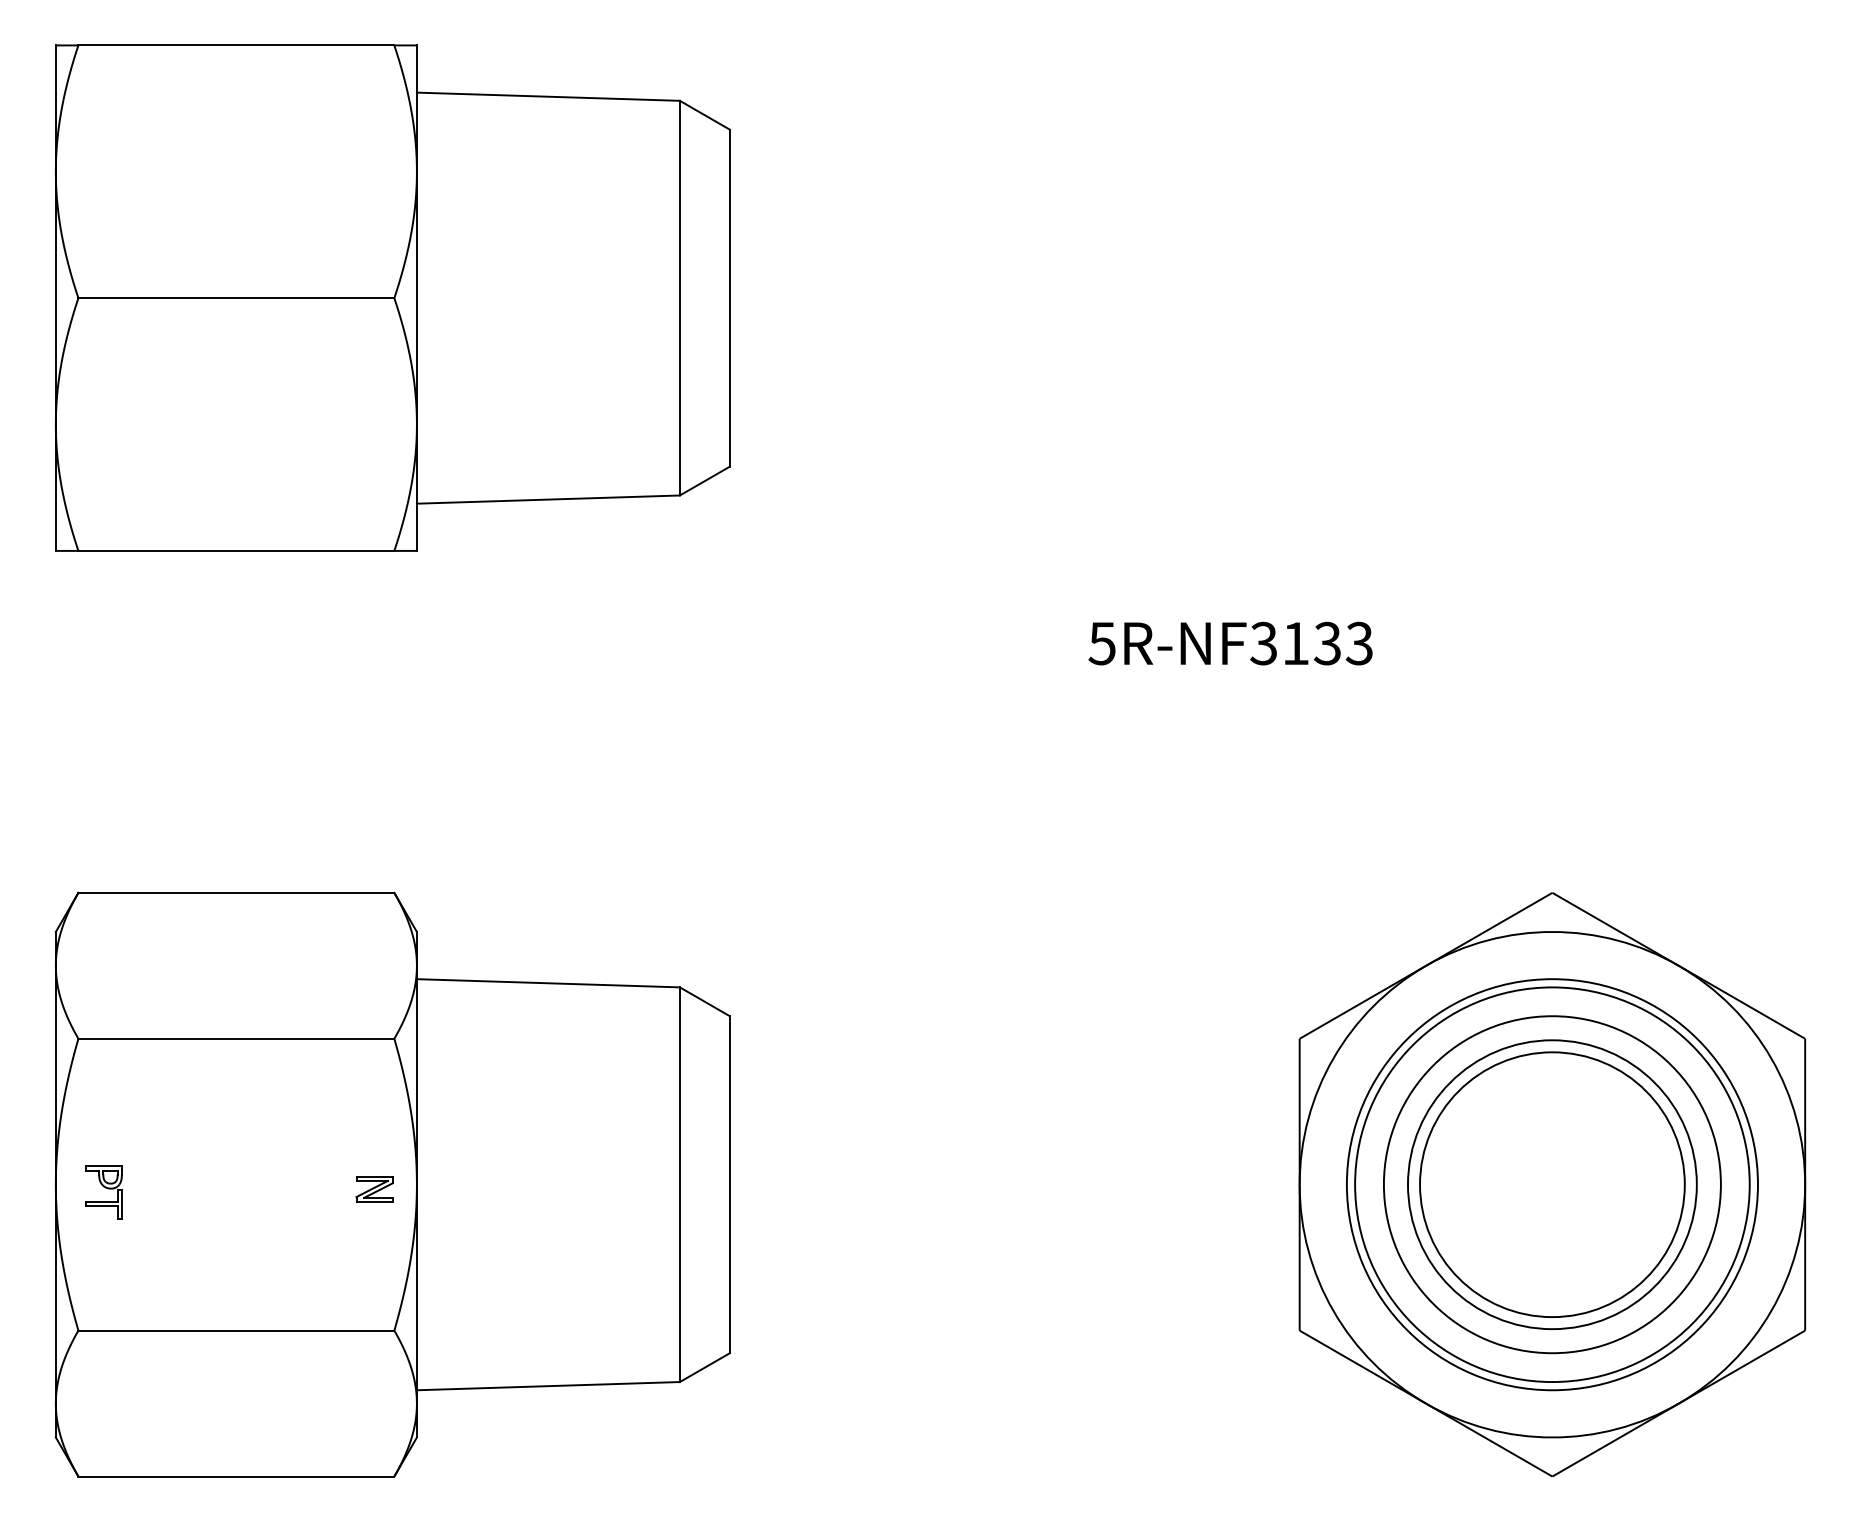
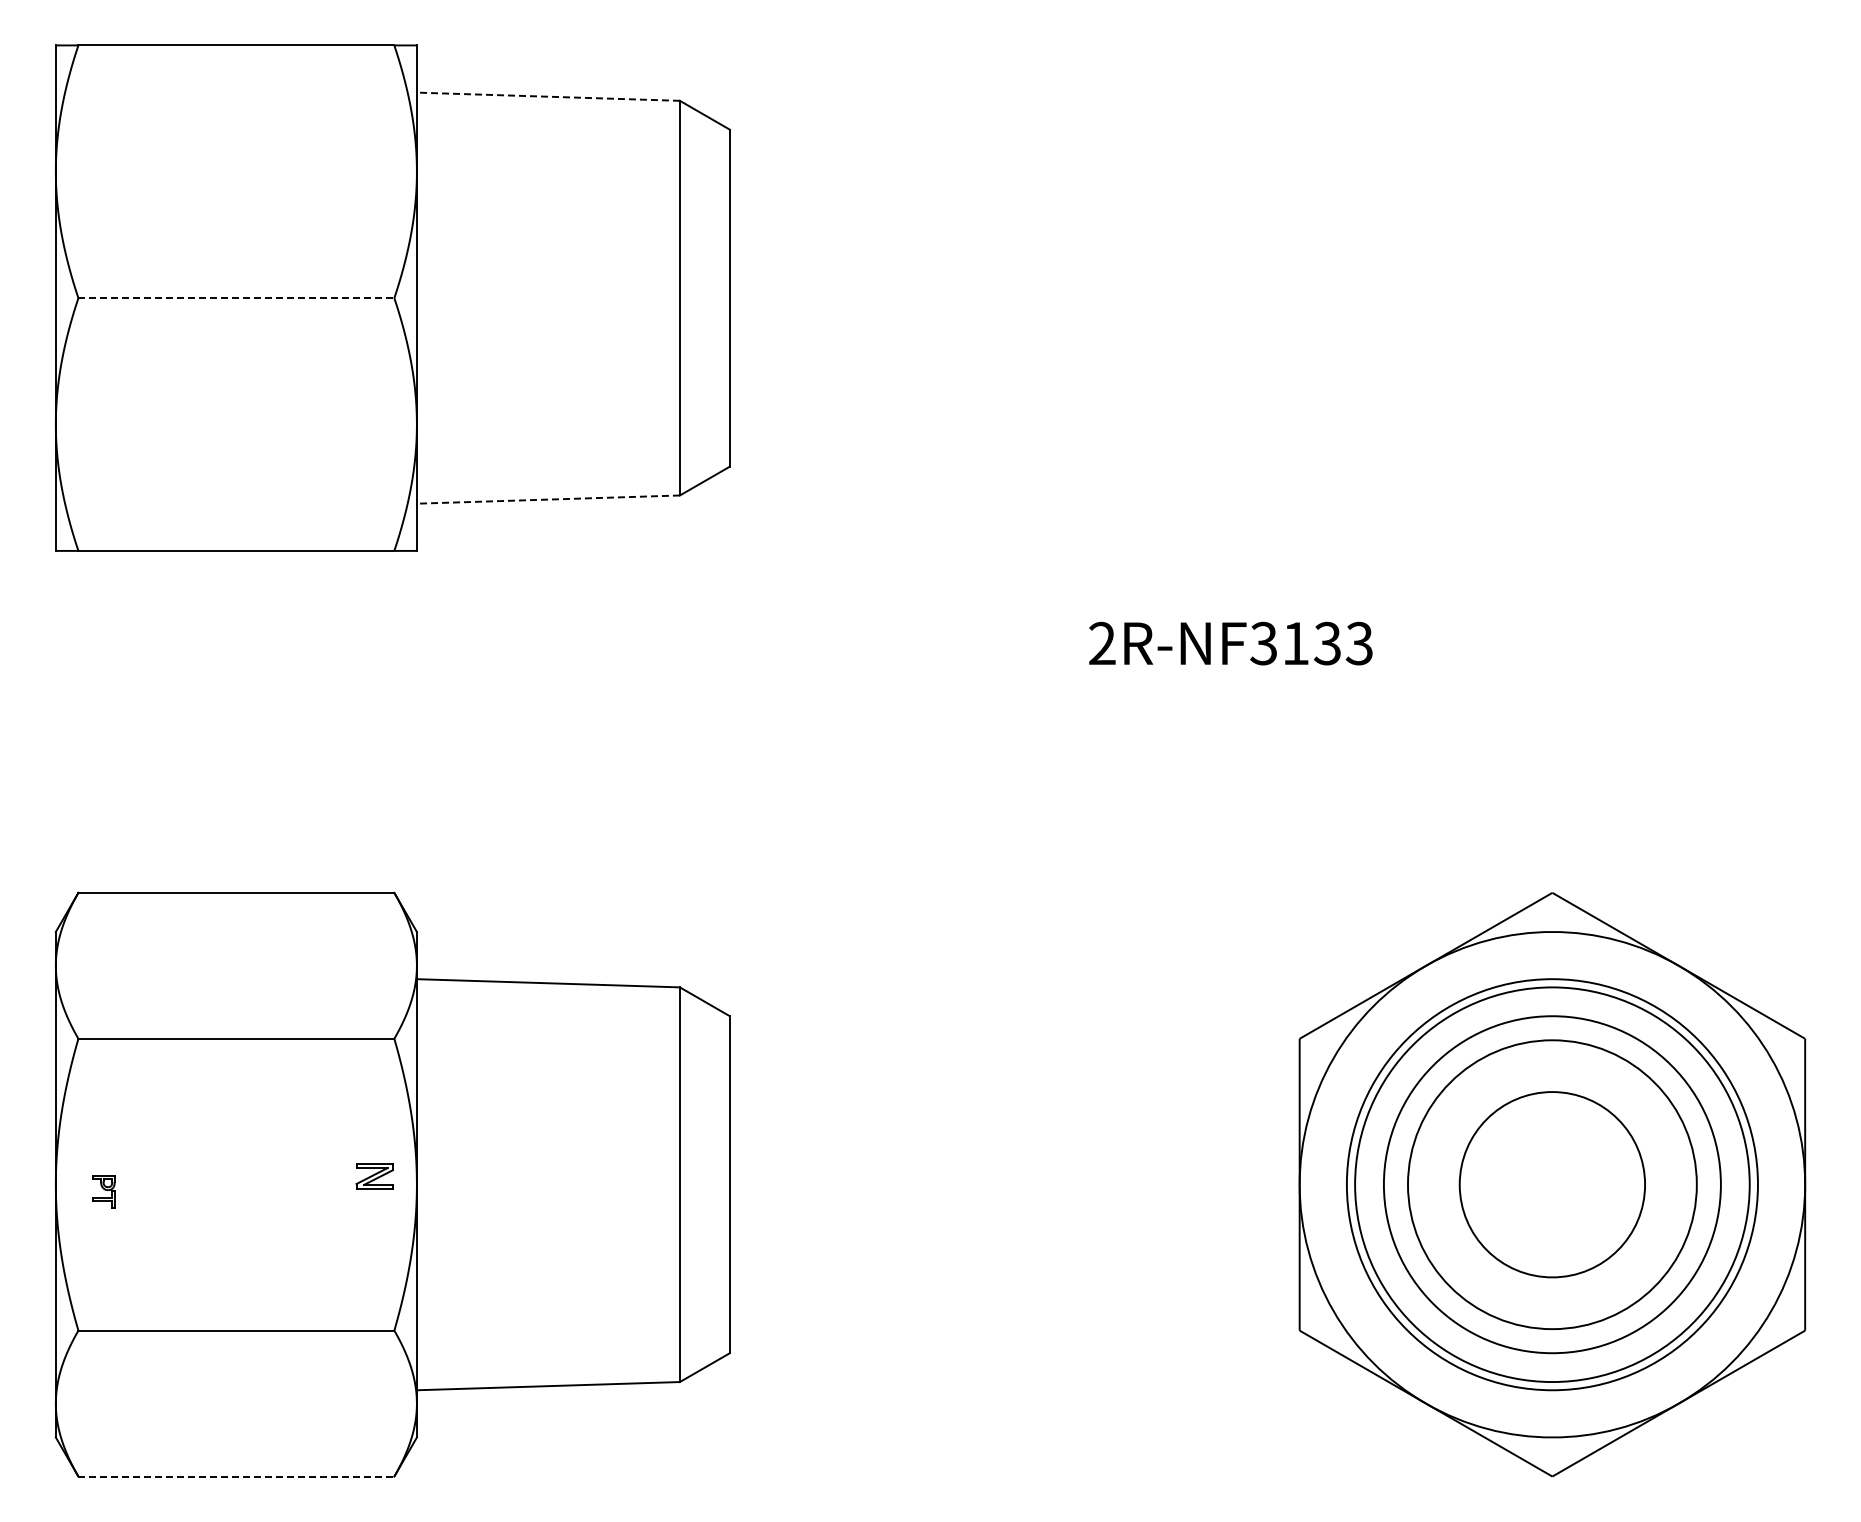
line at (548, 96): solid -> dashed
line at (236, 298): solid -> dashed
line at (548, 499): solid -> dashed
text at (1101, 643): 5R-NF3133 -> 2R-NF3133
circle at (1552, 1184) diameter: 265 px -> 185 px
part at (374, 1189) position: (374, 1189) -> (374, 1176)
part at (103, 1192) size: 38x55 px -> 24x34 px
line at (236, 1476): solid -> dashed
